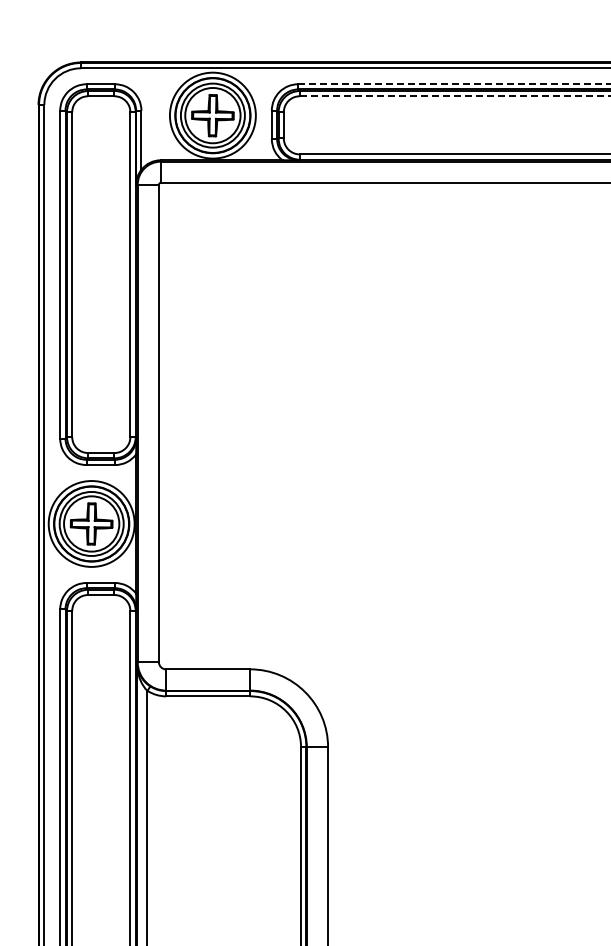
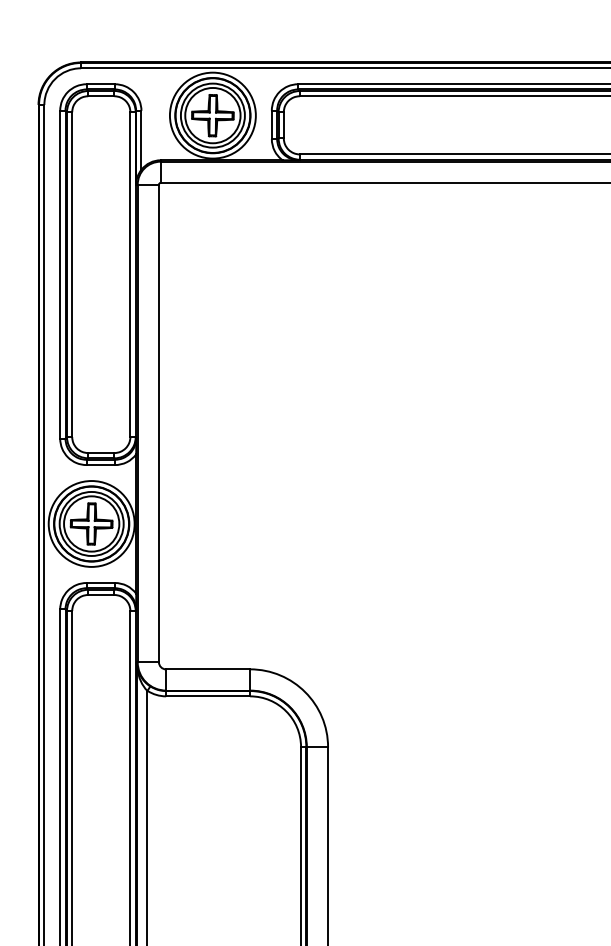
line at (454, 84): dashed -> solid
line at (455, 96): dashed -> solid
